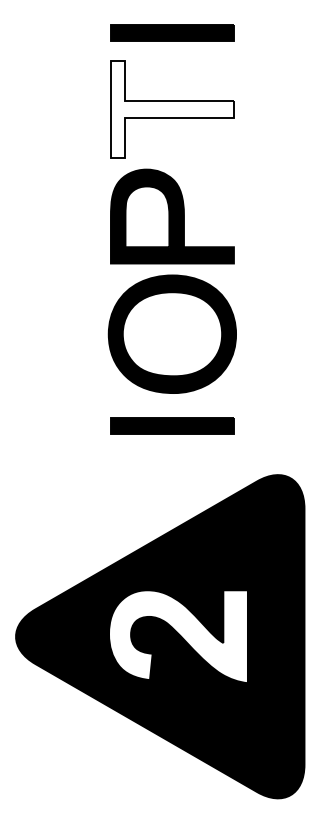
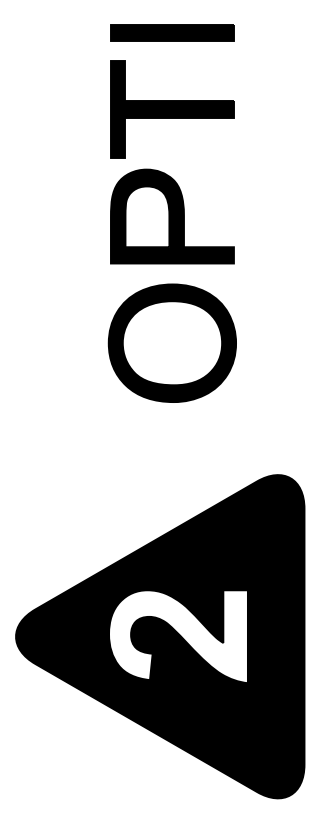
fill at (171, 109): none -> present
part at (171, 333) position: (171, 333) -> (171, 342)
part at (172, 425): present -> none
